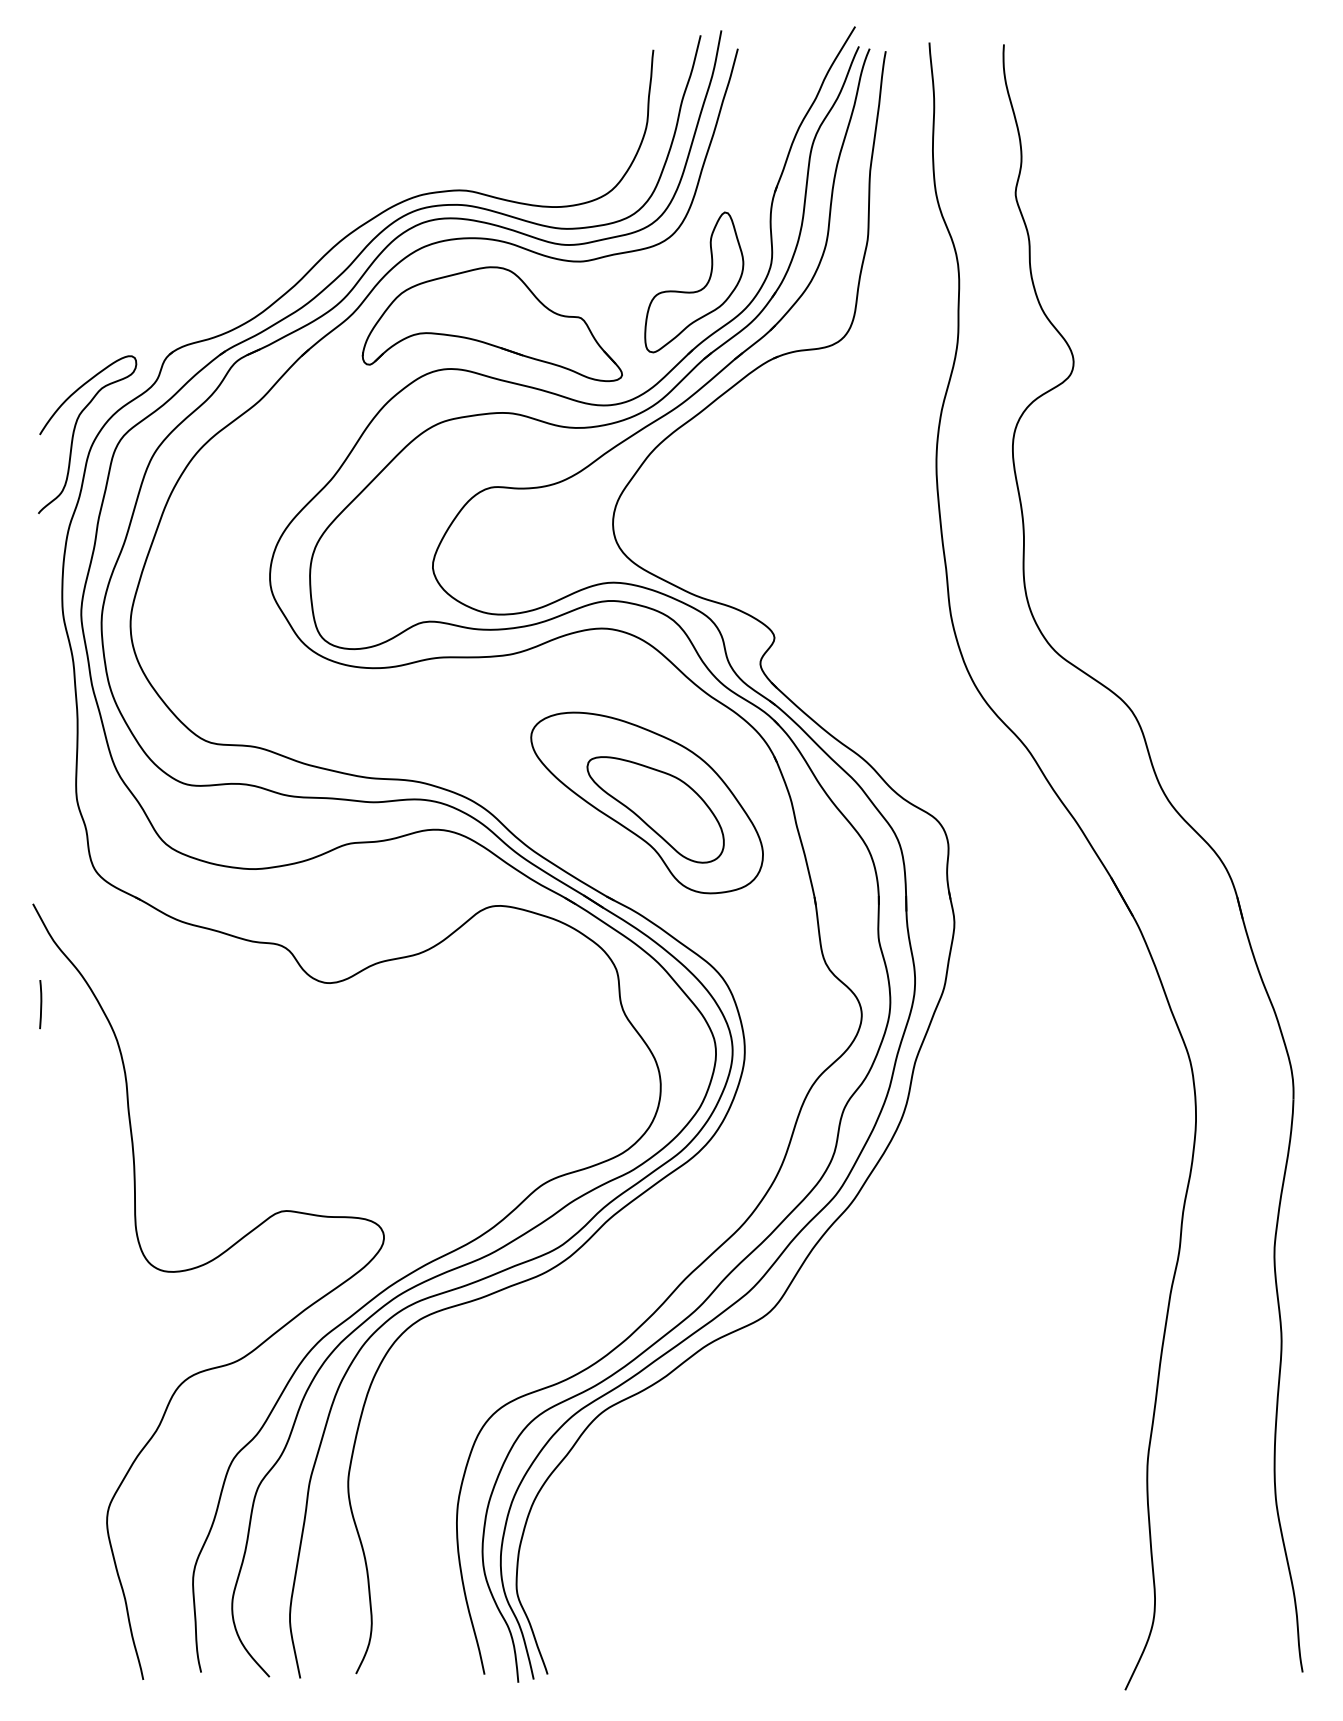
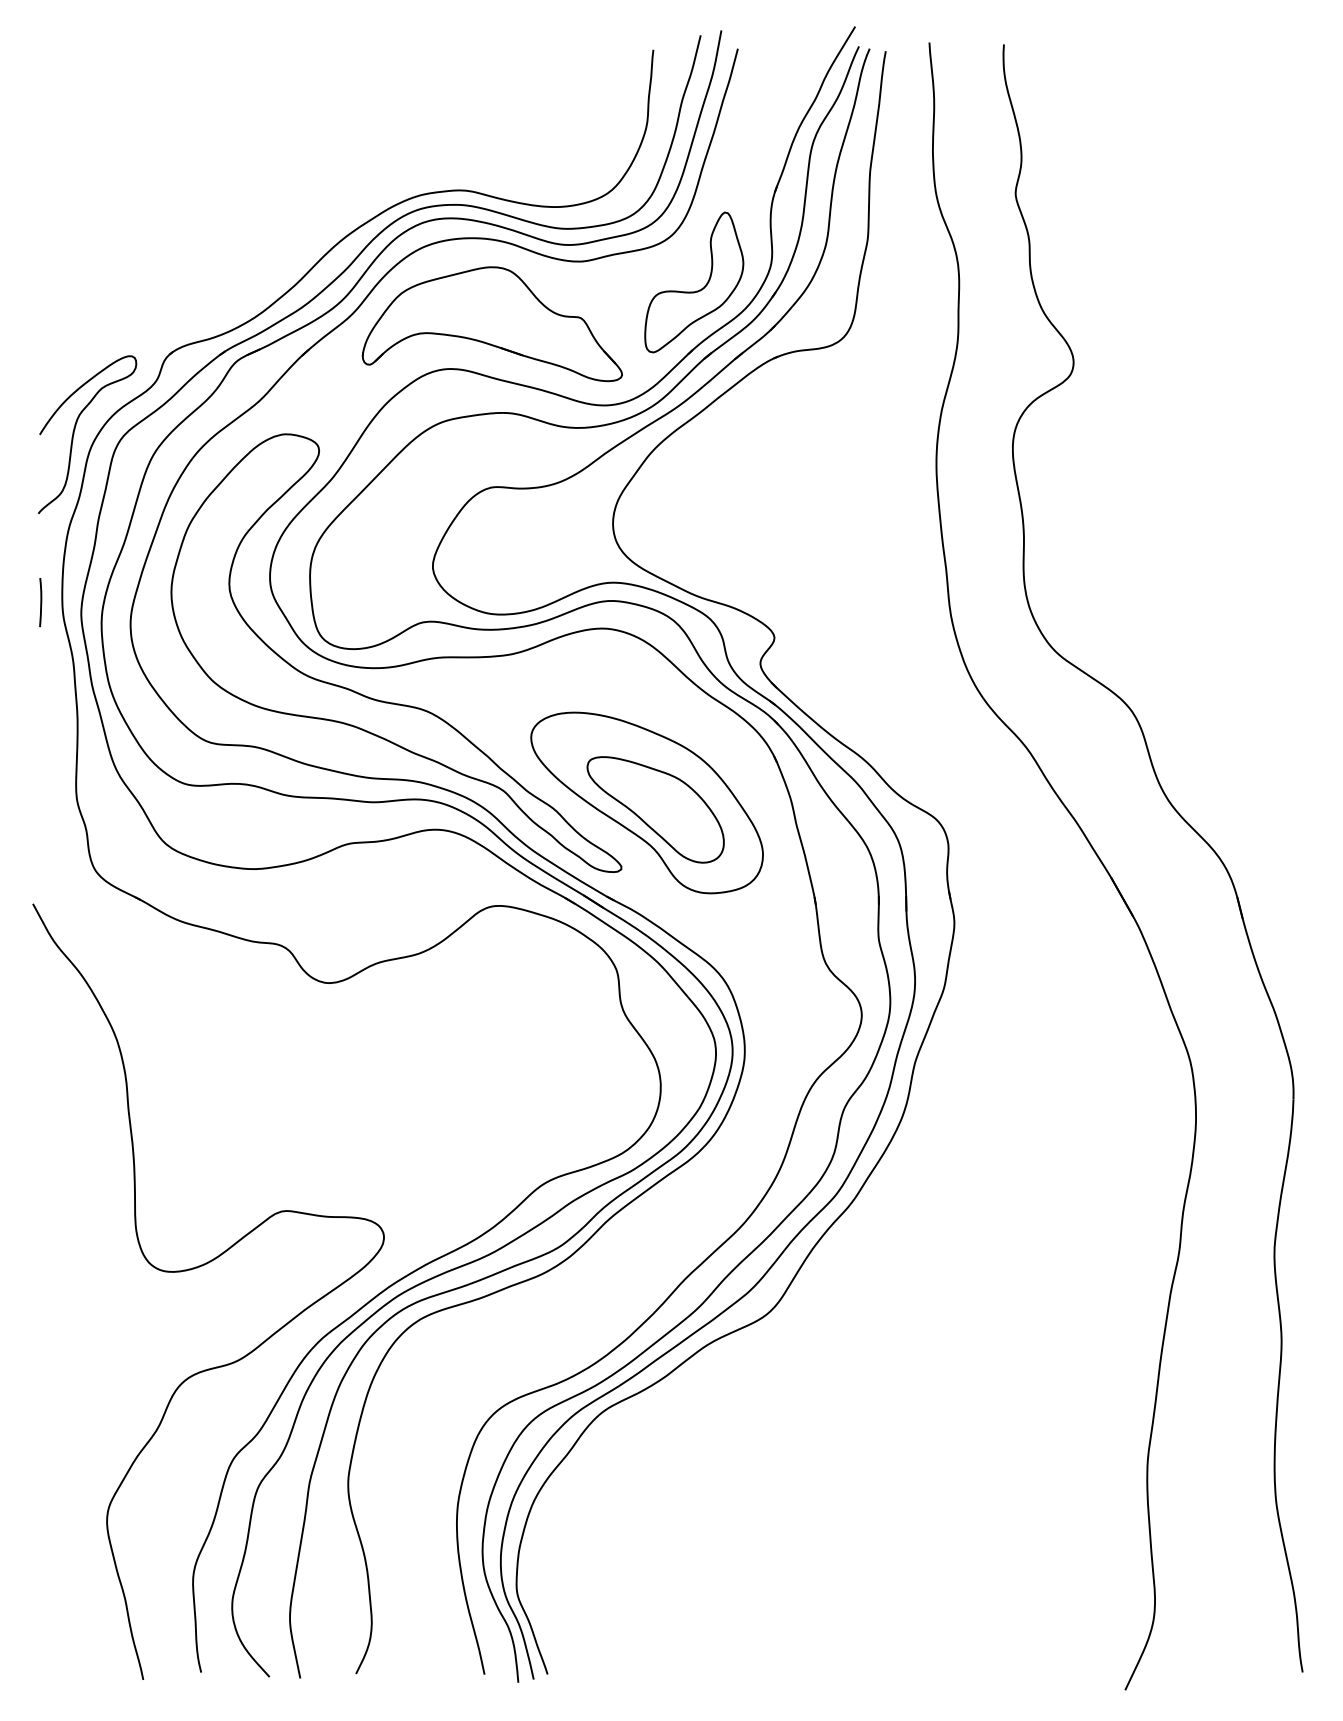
part at (388, 701): none -> present
line at (40, 1004) position: (40, 1004) -> (40, 602)
